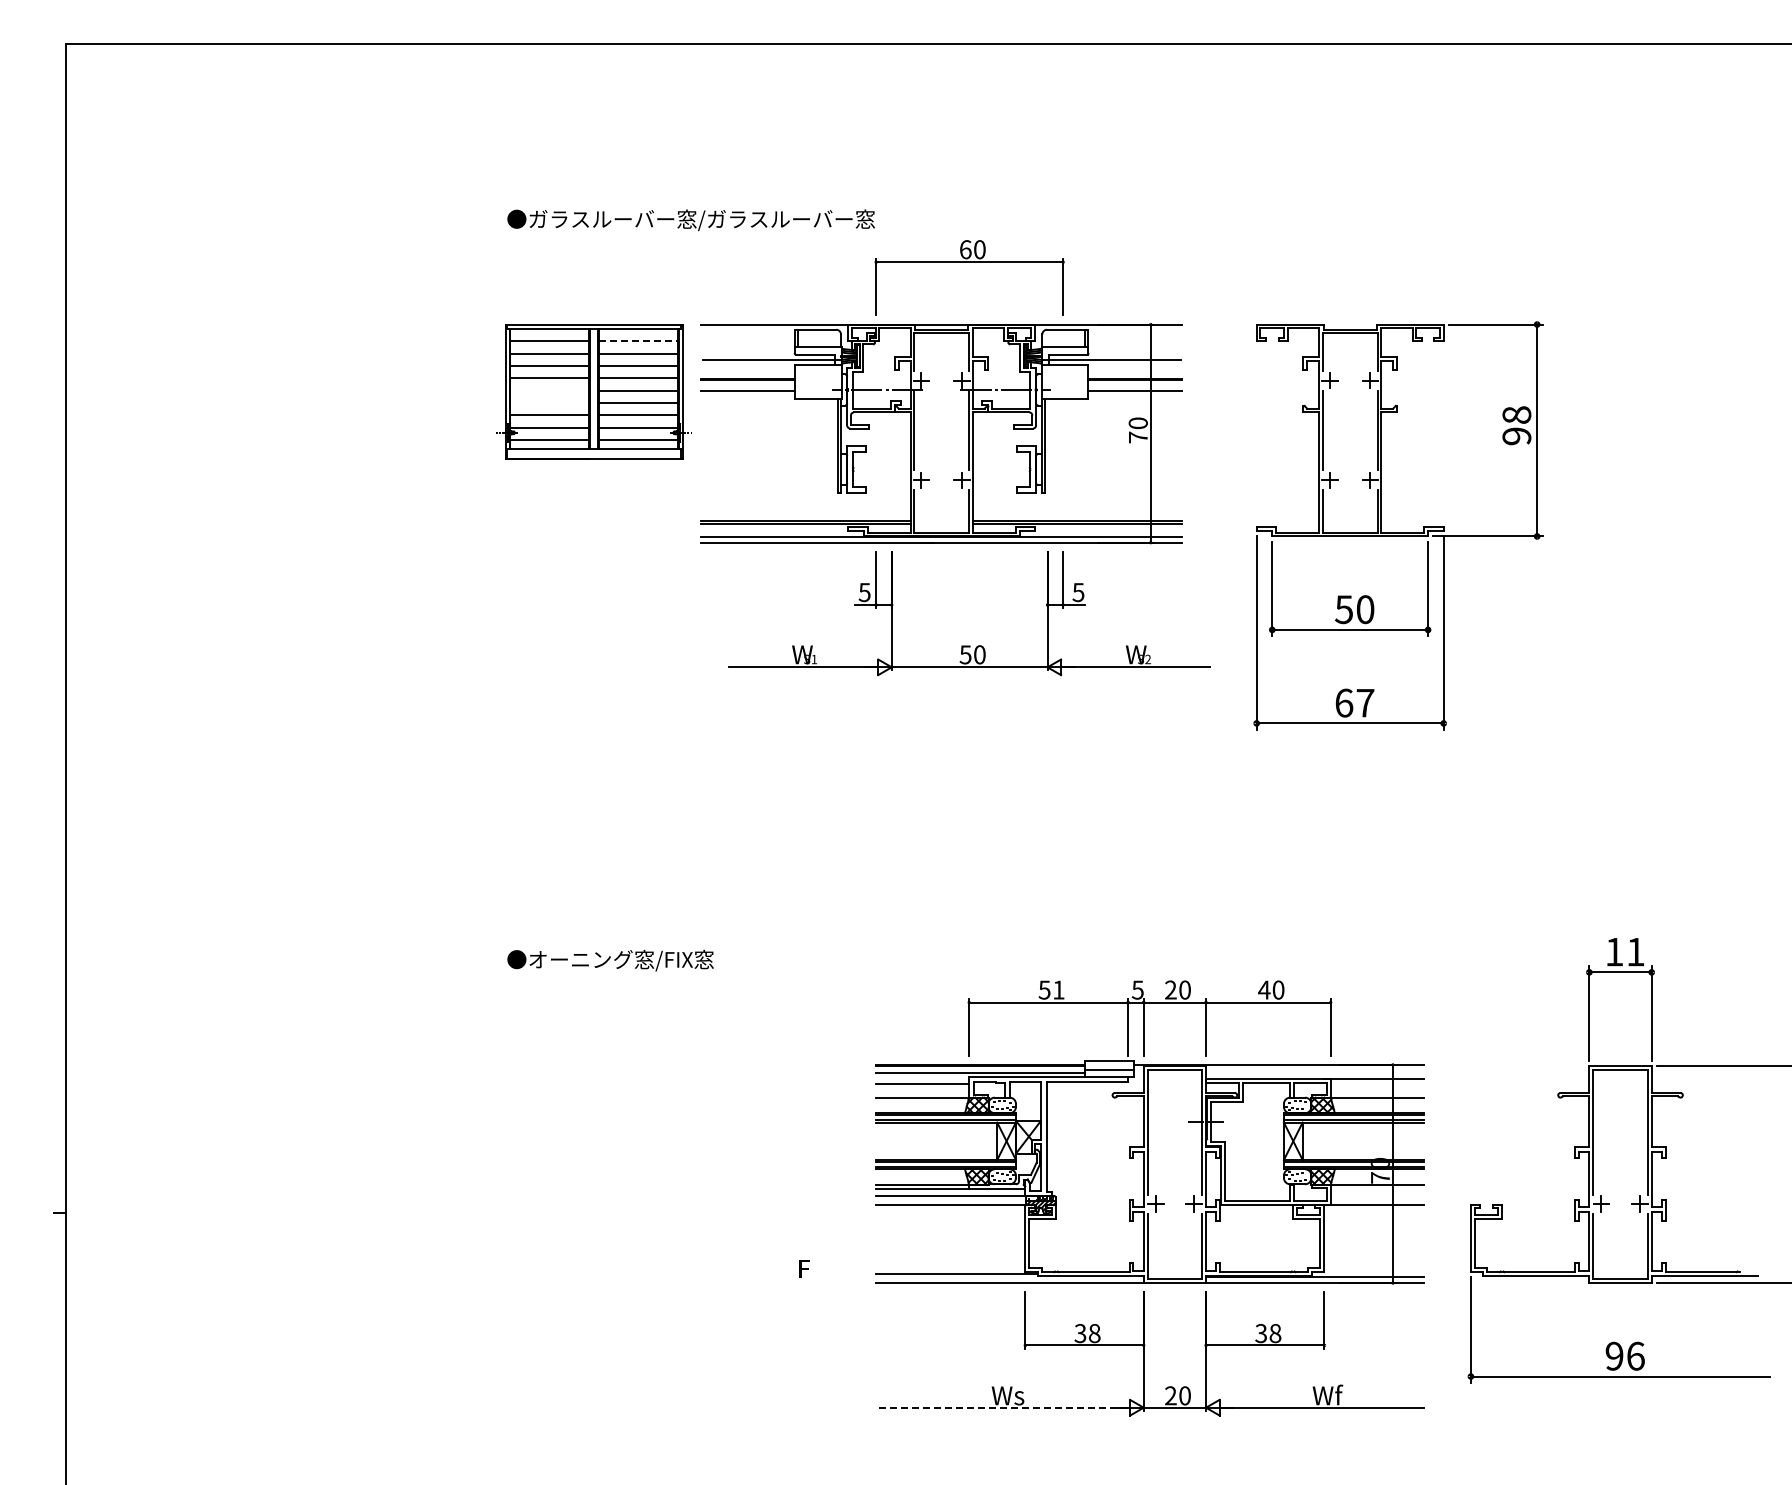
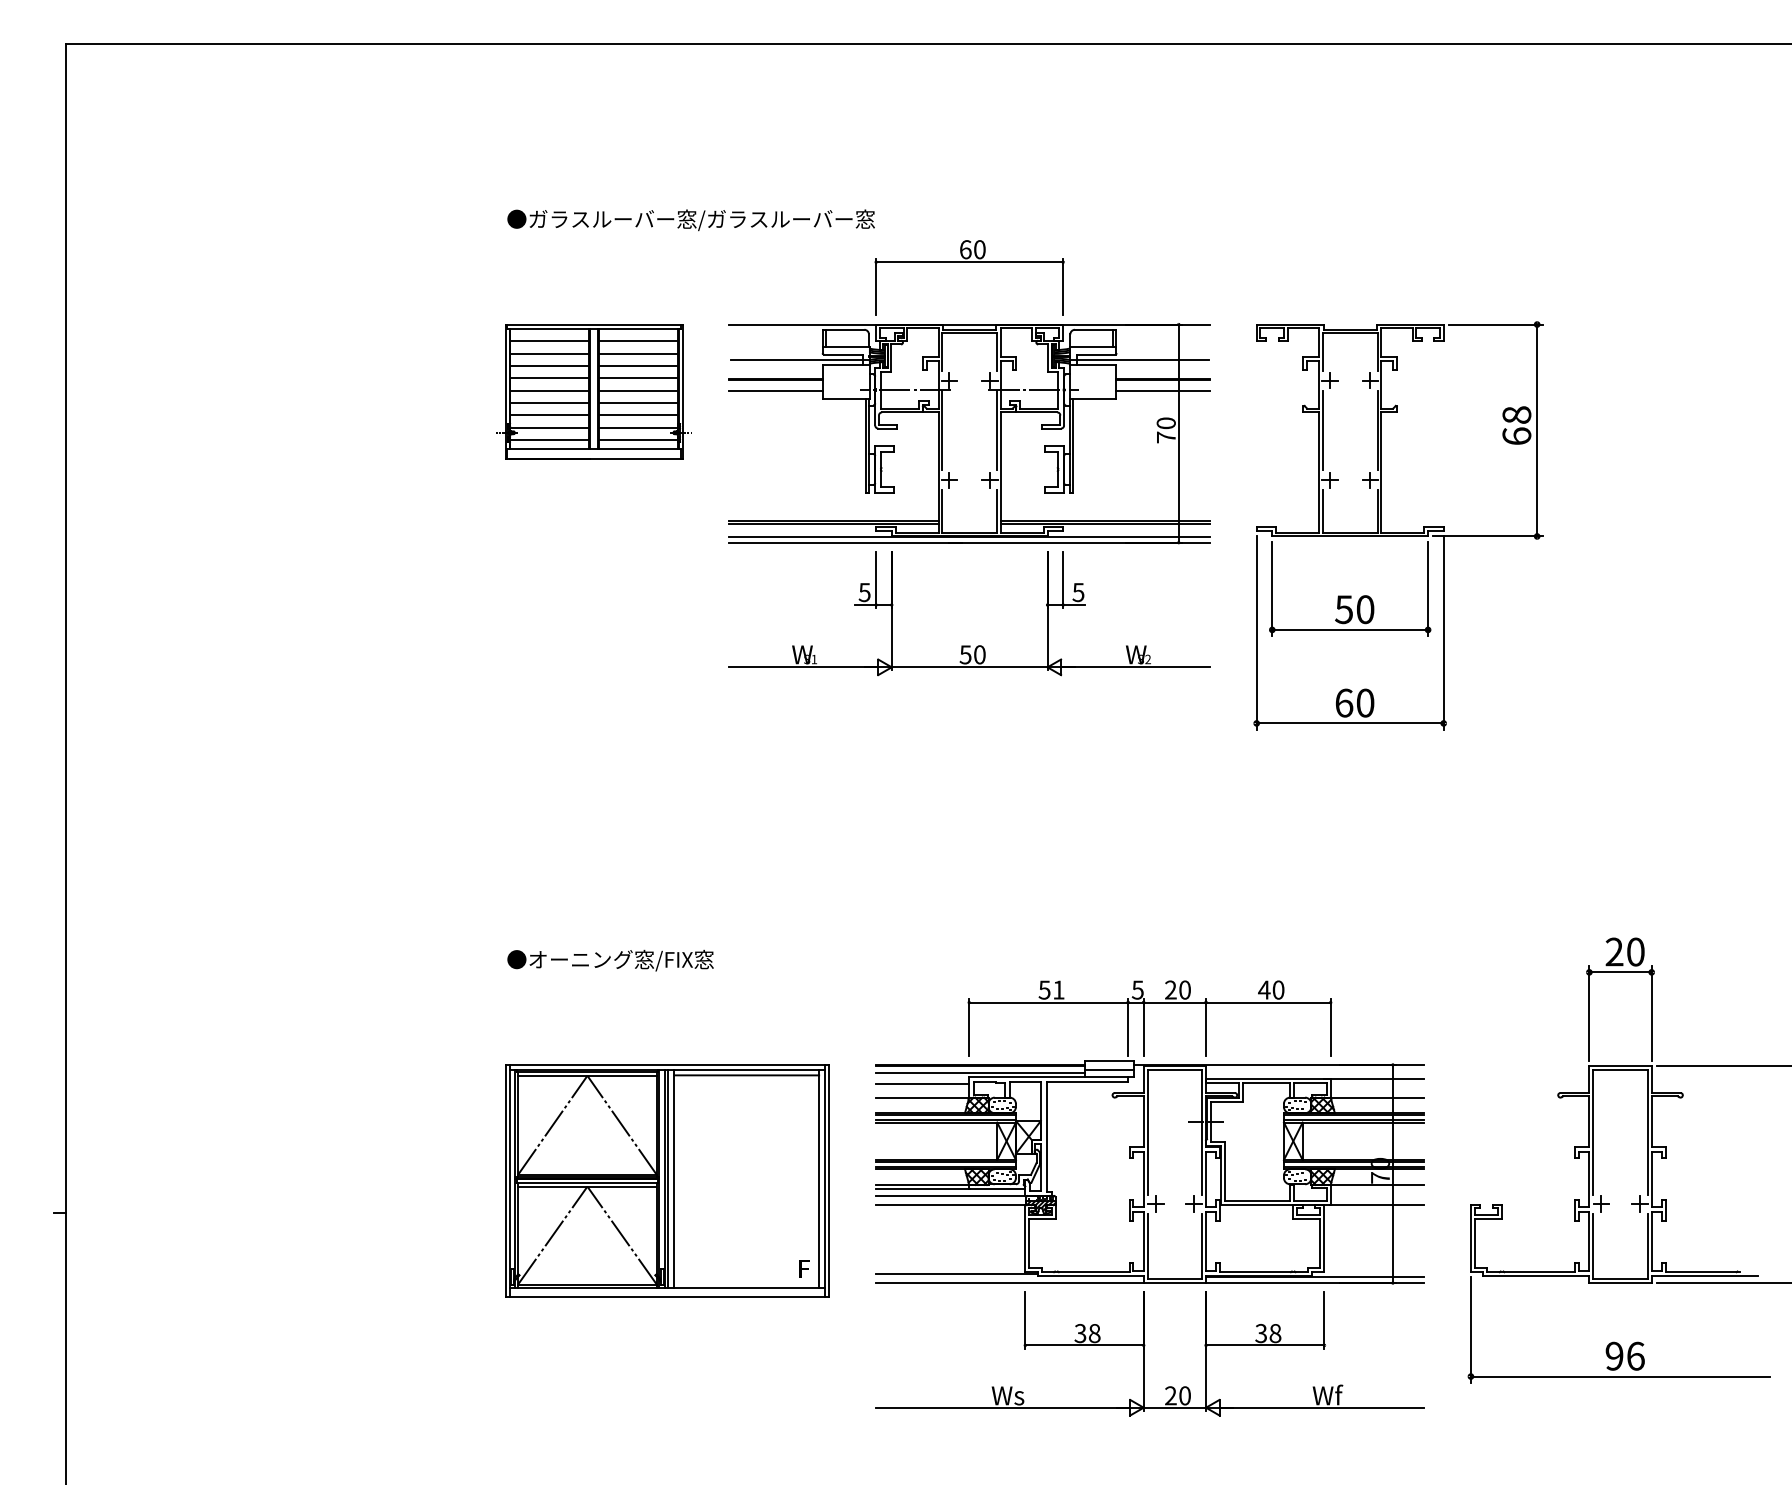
line at (638, 341): dashed -> solid
line at (549, 390): none -> present
line at (549, 403): none -> present
part at (941, 433) position: (941, 433) -> (969, 433)
text at (1516, 436): 98 -> 68
text at (1365, 702): 67 -> 60
text at (1624, 951): 11 -> 20
part at (667, 1180): none -> present
line at (1001, 1407): dashed -> solid
